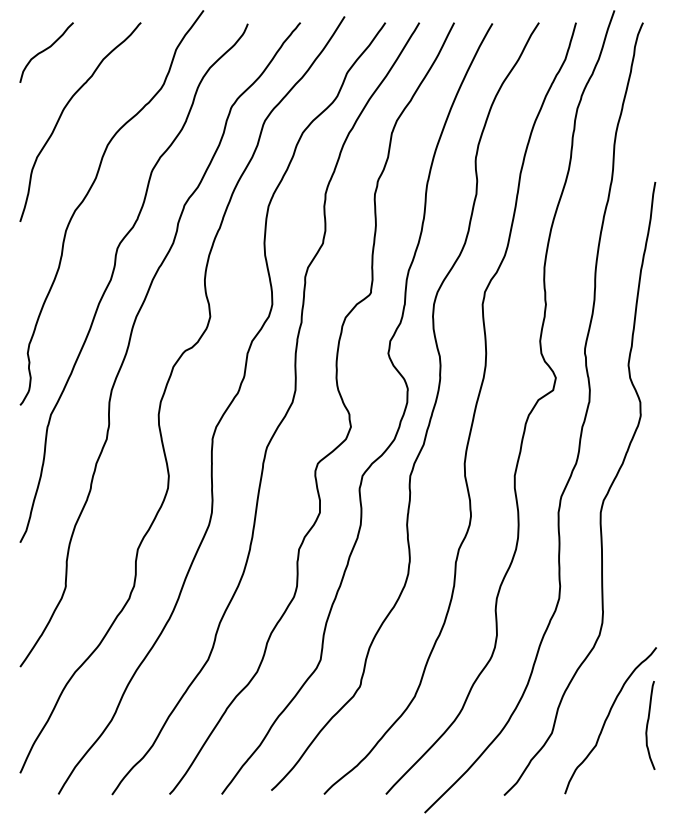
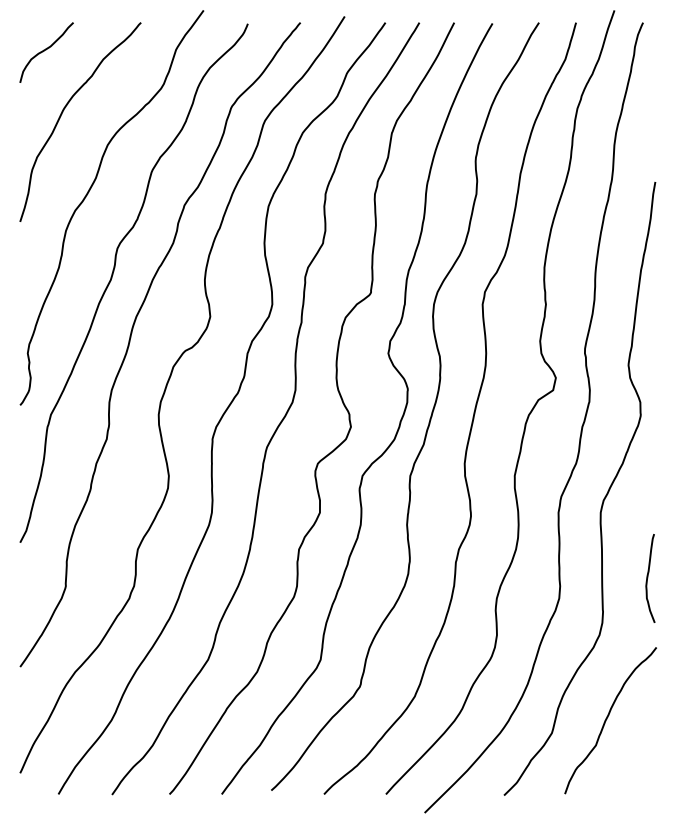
curve at (648, 725) position: (648, 725) -> (648, 578)
